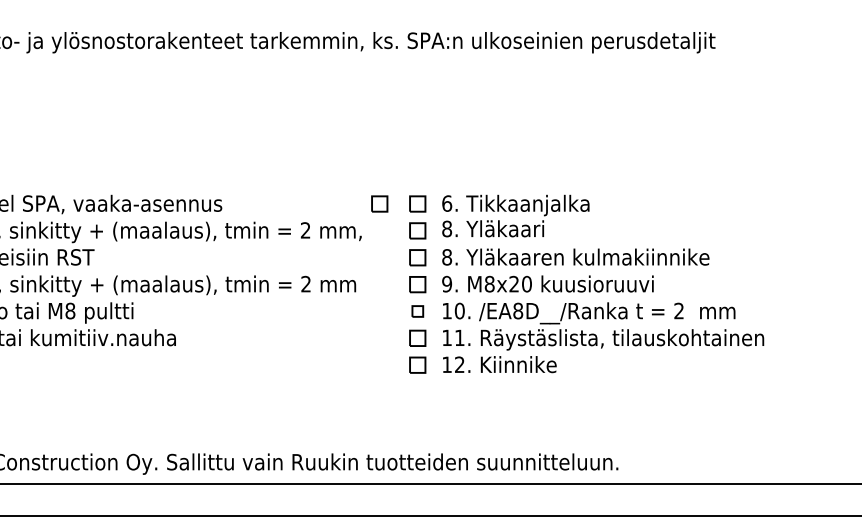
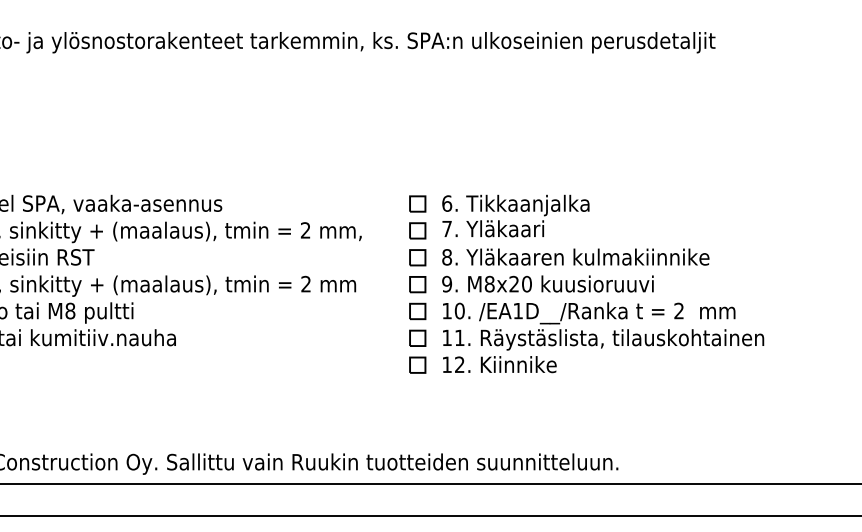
part at (379, 203): present -> none
text at (447, 228): 8. -> 7.
text at (518, 310): /EA8D__/Ranka -> /EA1D__/Ranka
part at (417, 311) size: 14x13 px -> 18x19 px
